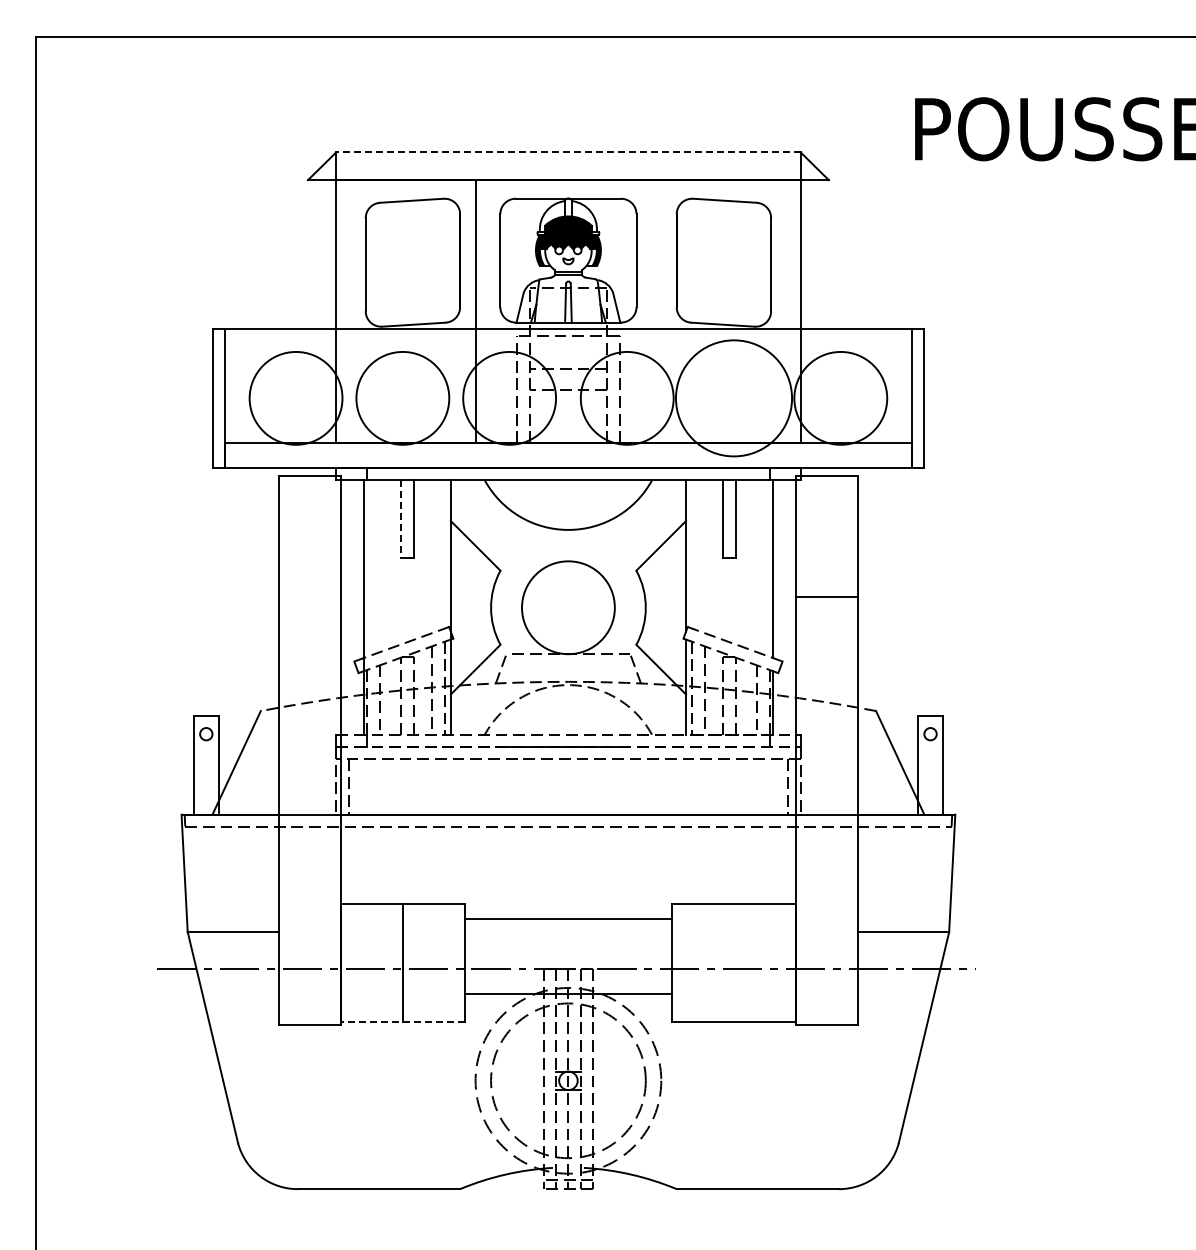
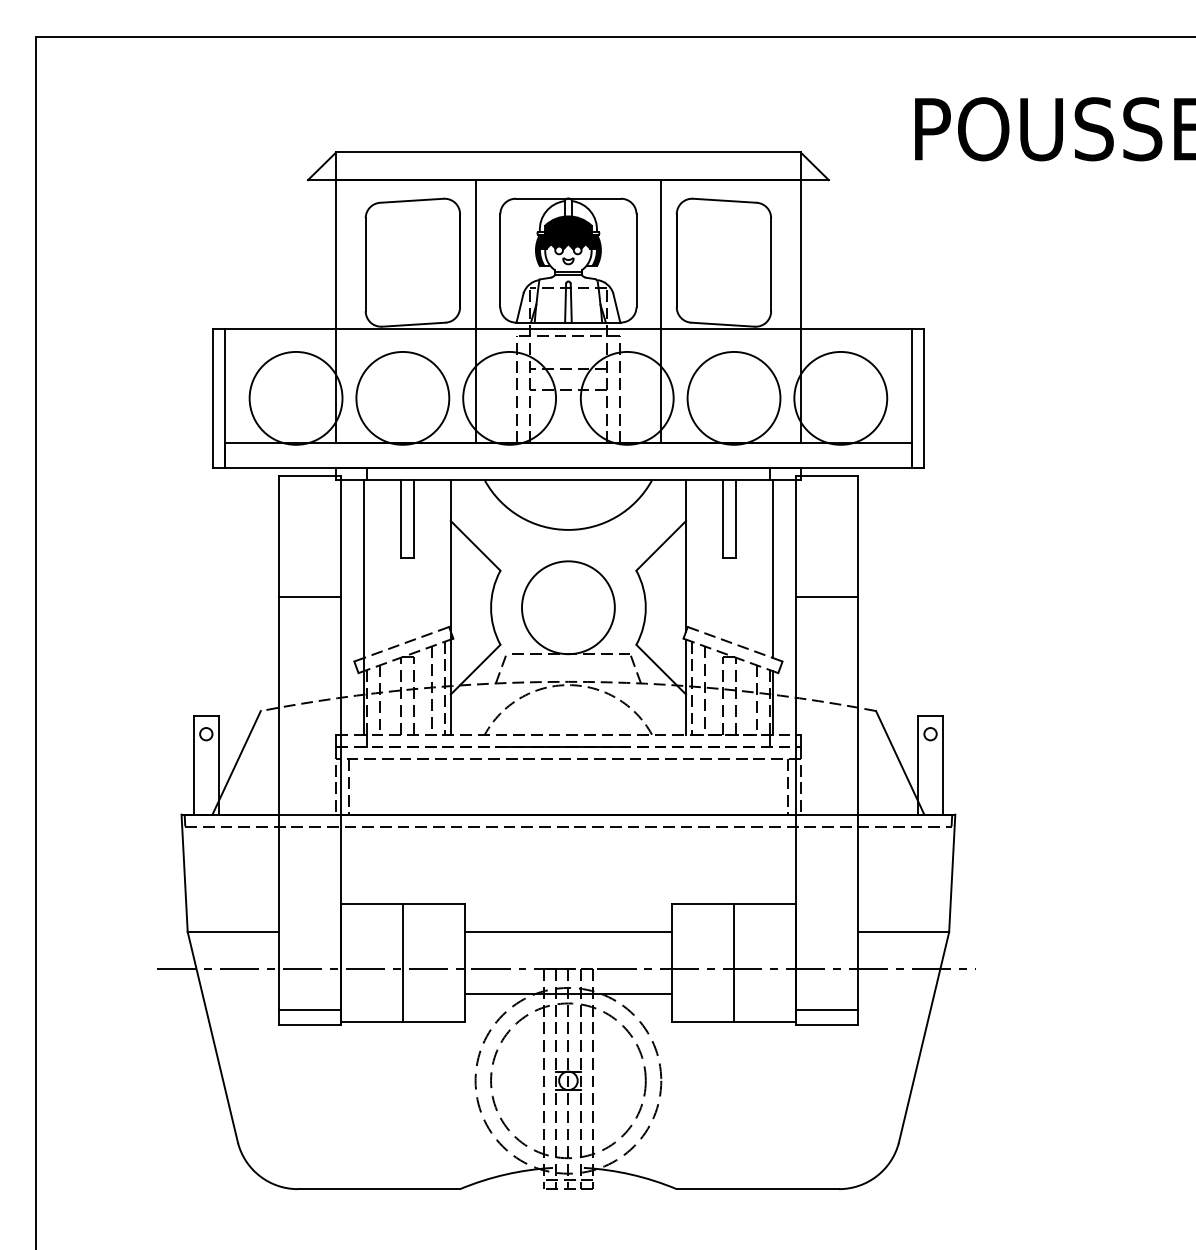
line at (567, 152): dashed -> solid
line at (661, 311): none -> present
circle at (733, 398) diameter: 116 px -> 93 px
line at (401, 519): dashed -> solid
line at (309, 597): none -> present
line at (568, 919) position: (568, 919) -> (568, 932)
line at (734, 963): none -> present
line at (309, 1009): none -> present
line at (826, 1009): none -> present
line at (402, 1022): dashed -> solid
